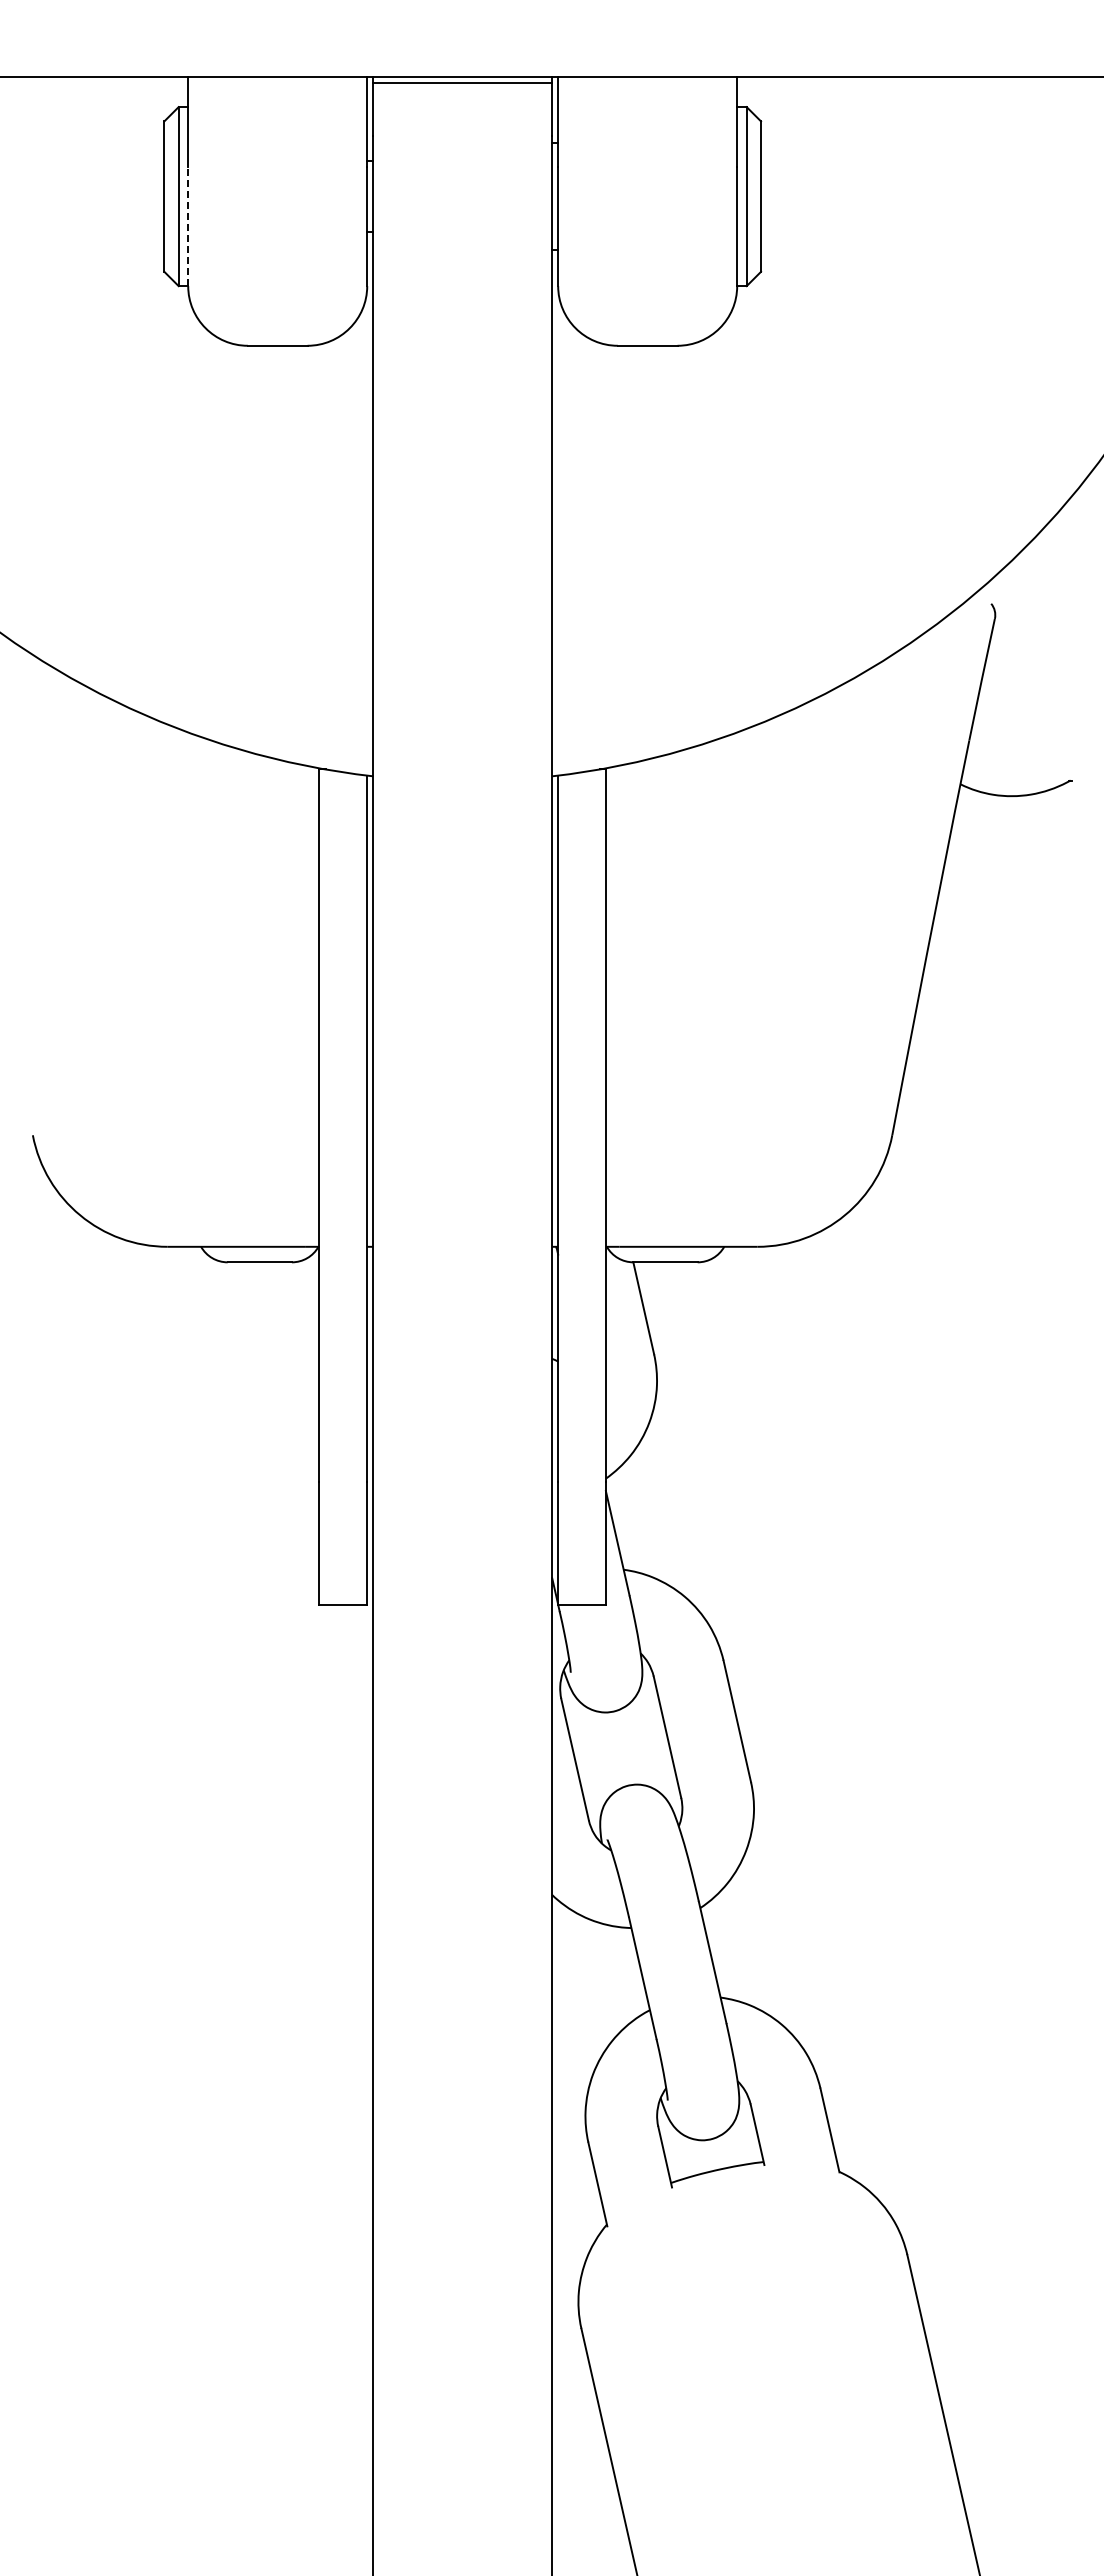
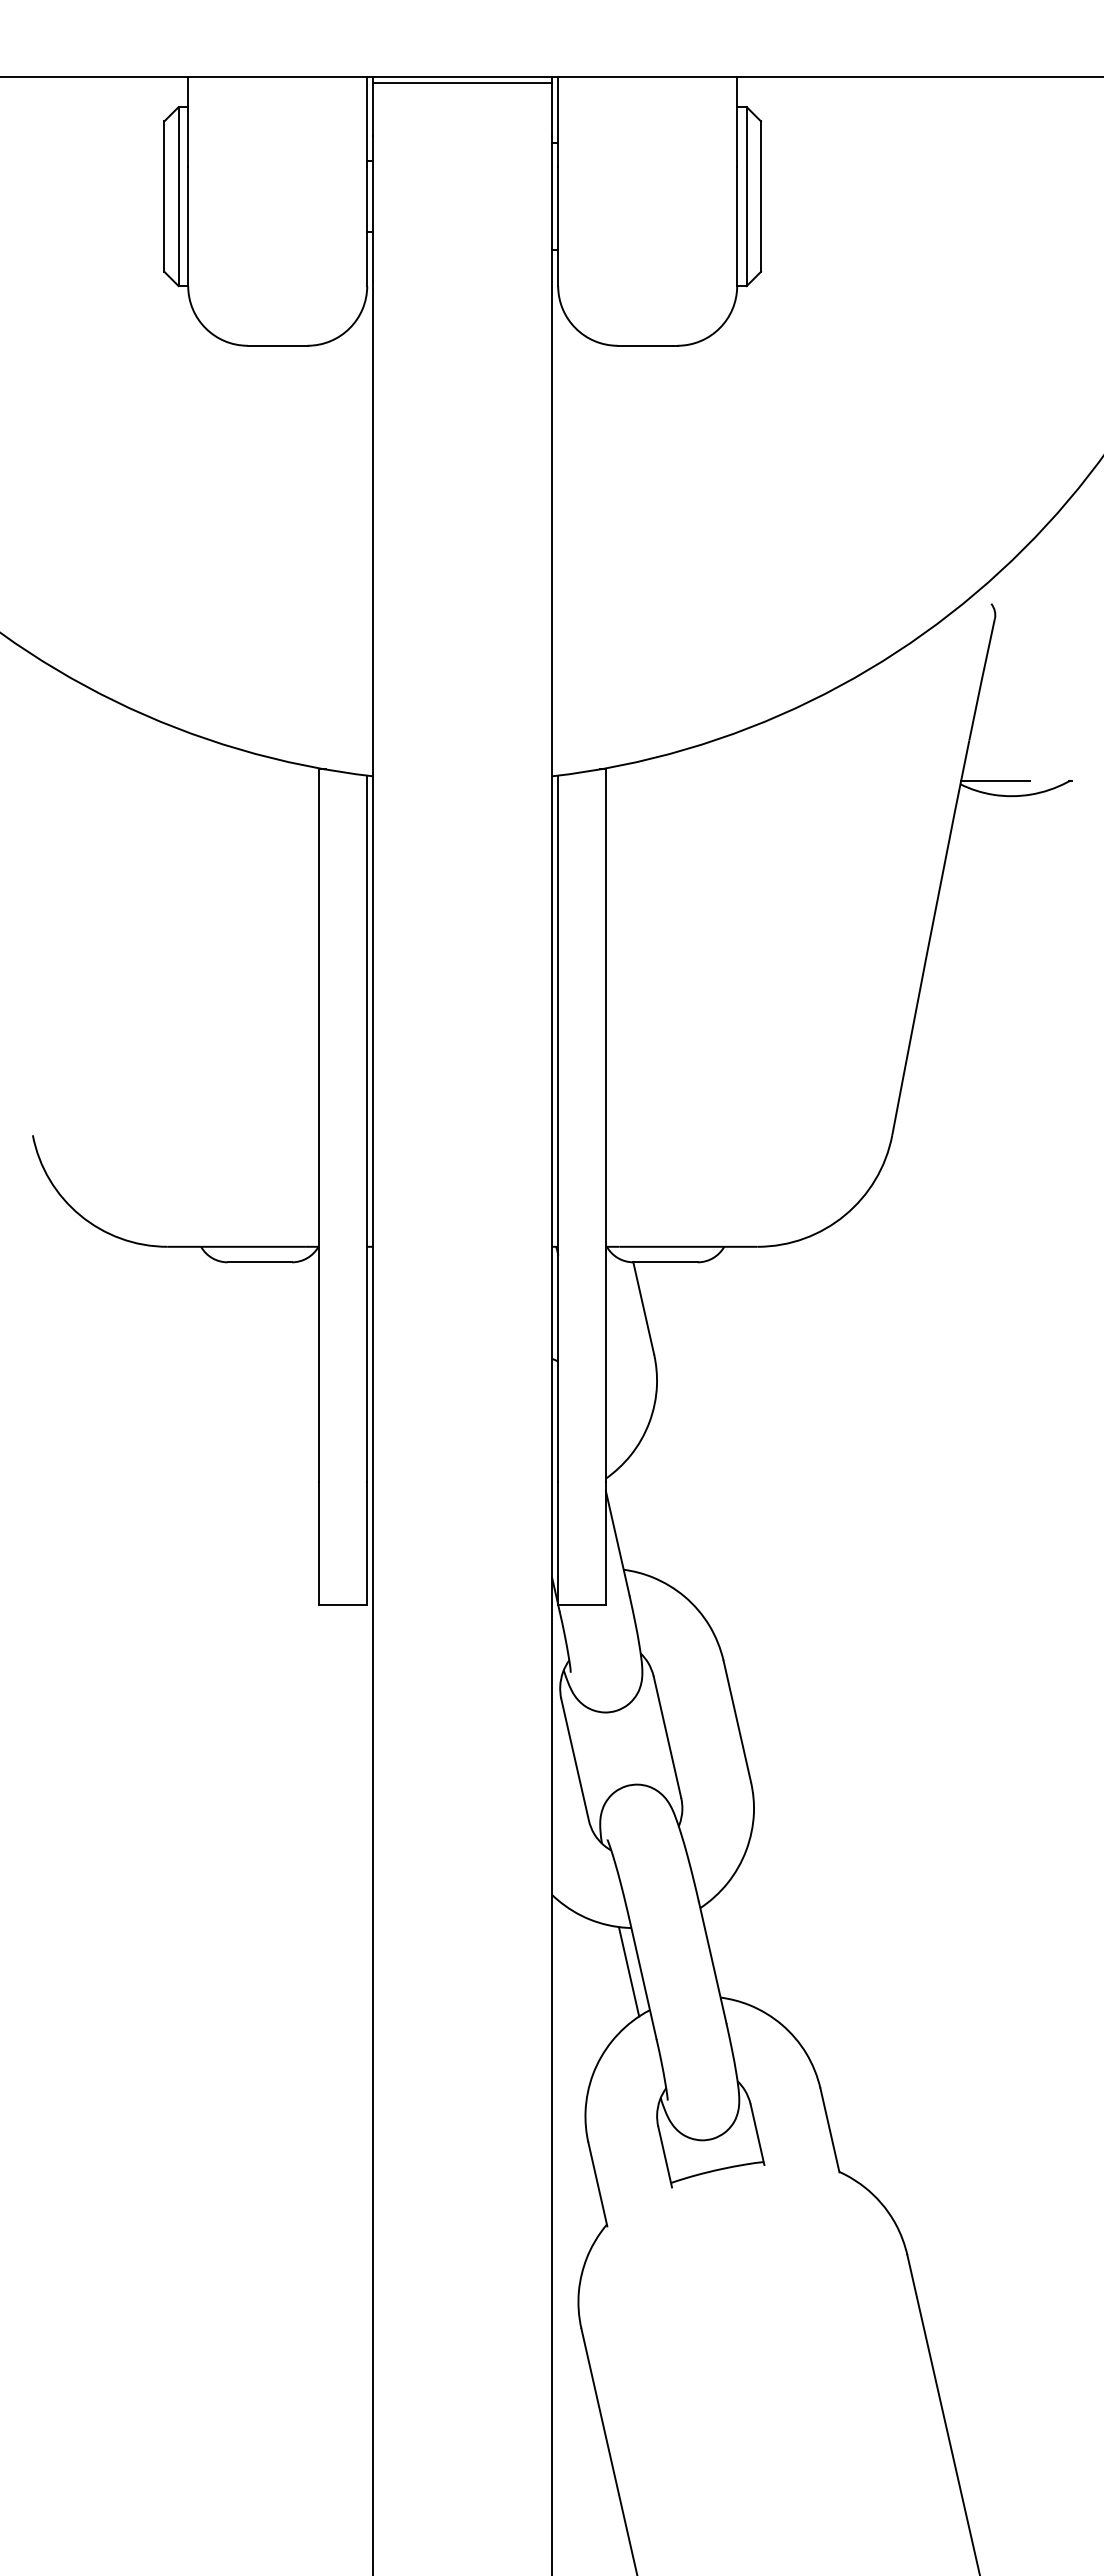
line at (188, 226): dashed -> solid
line at (995, 781): none -> present
line at (628, 1971): none -> present
